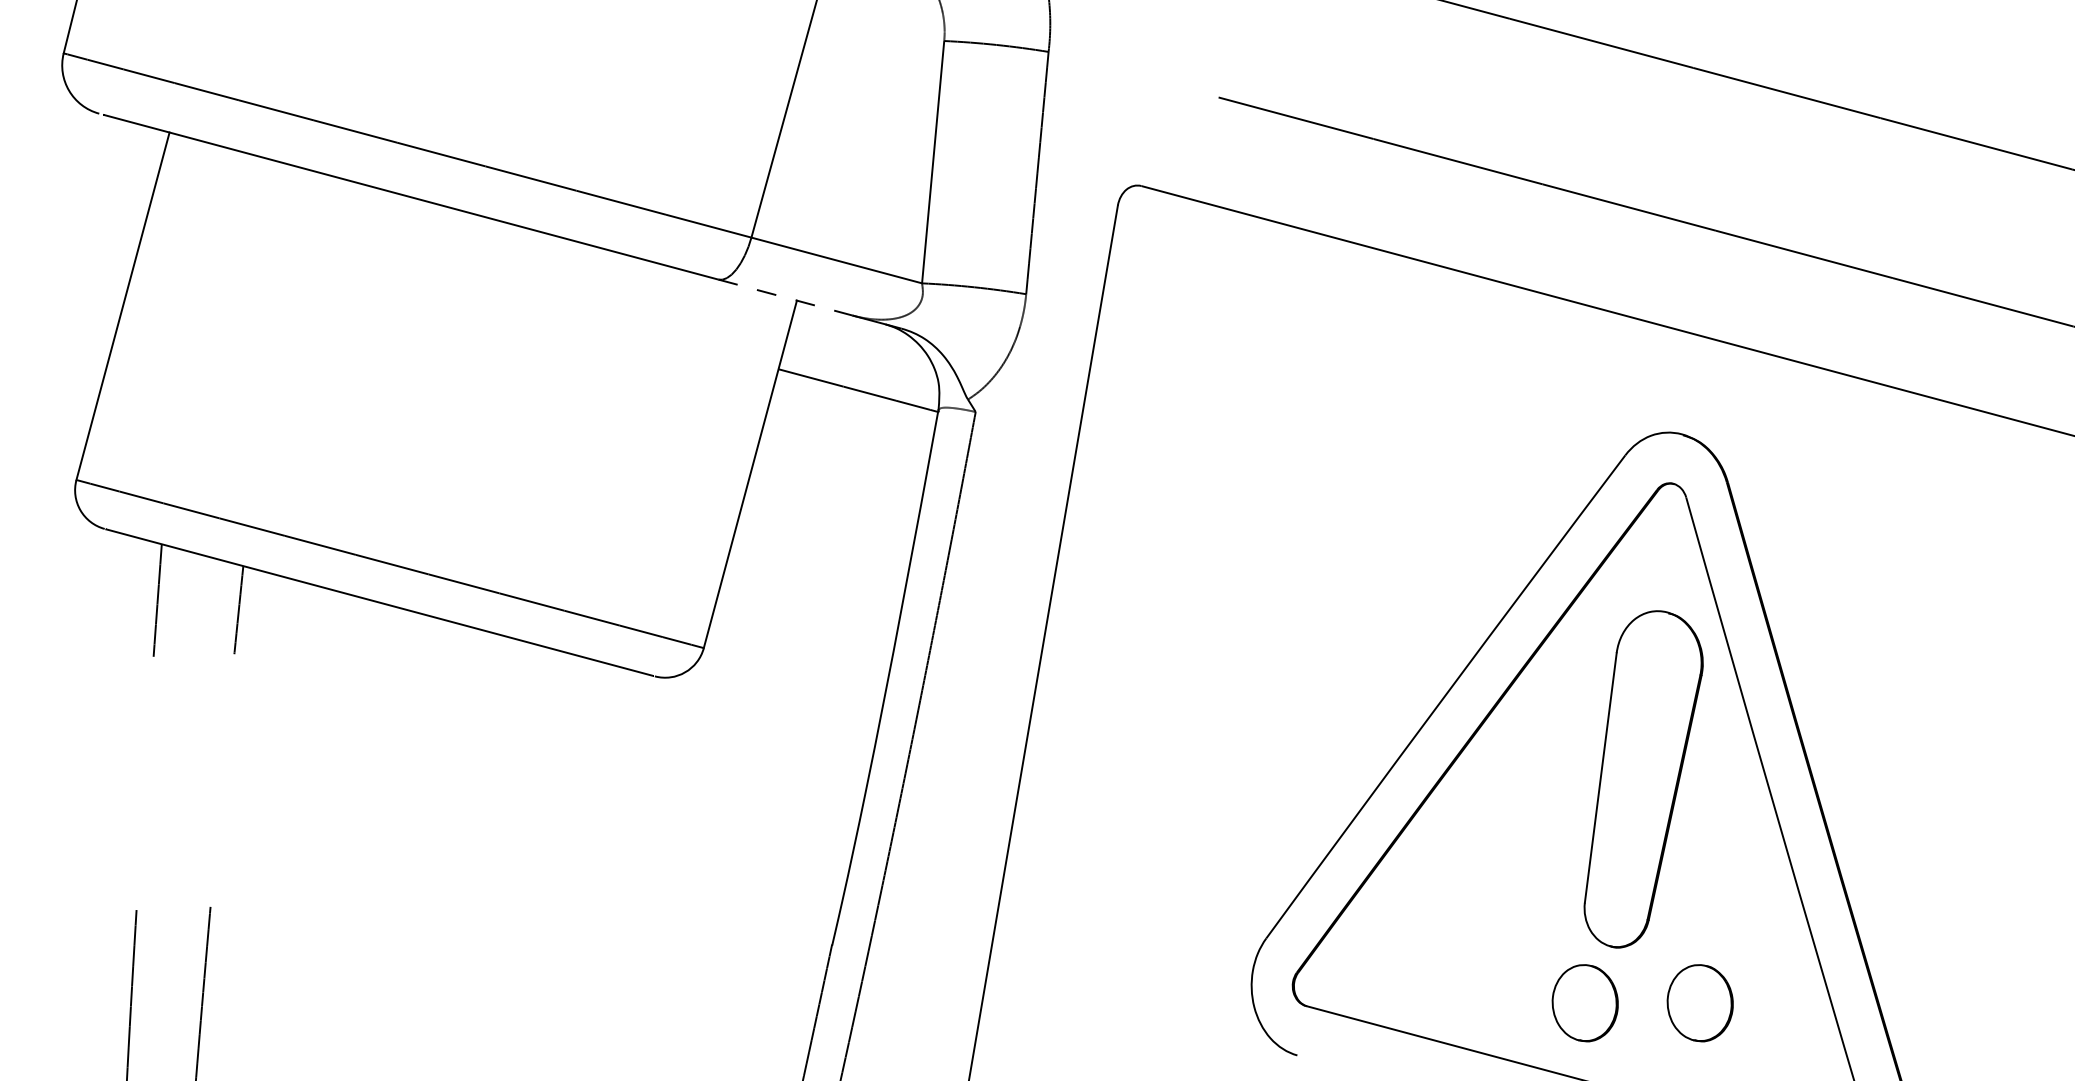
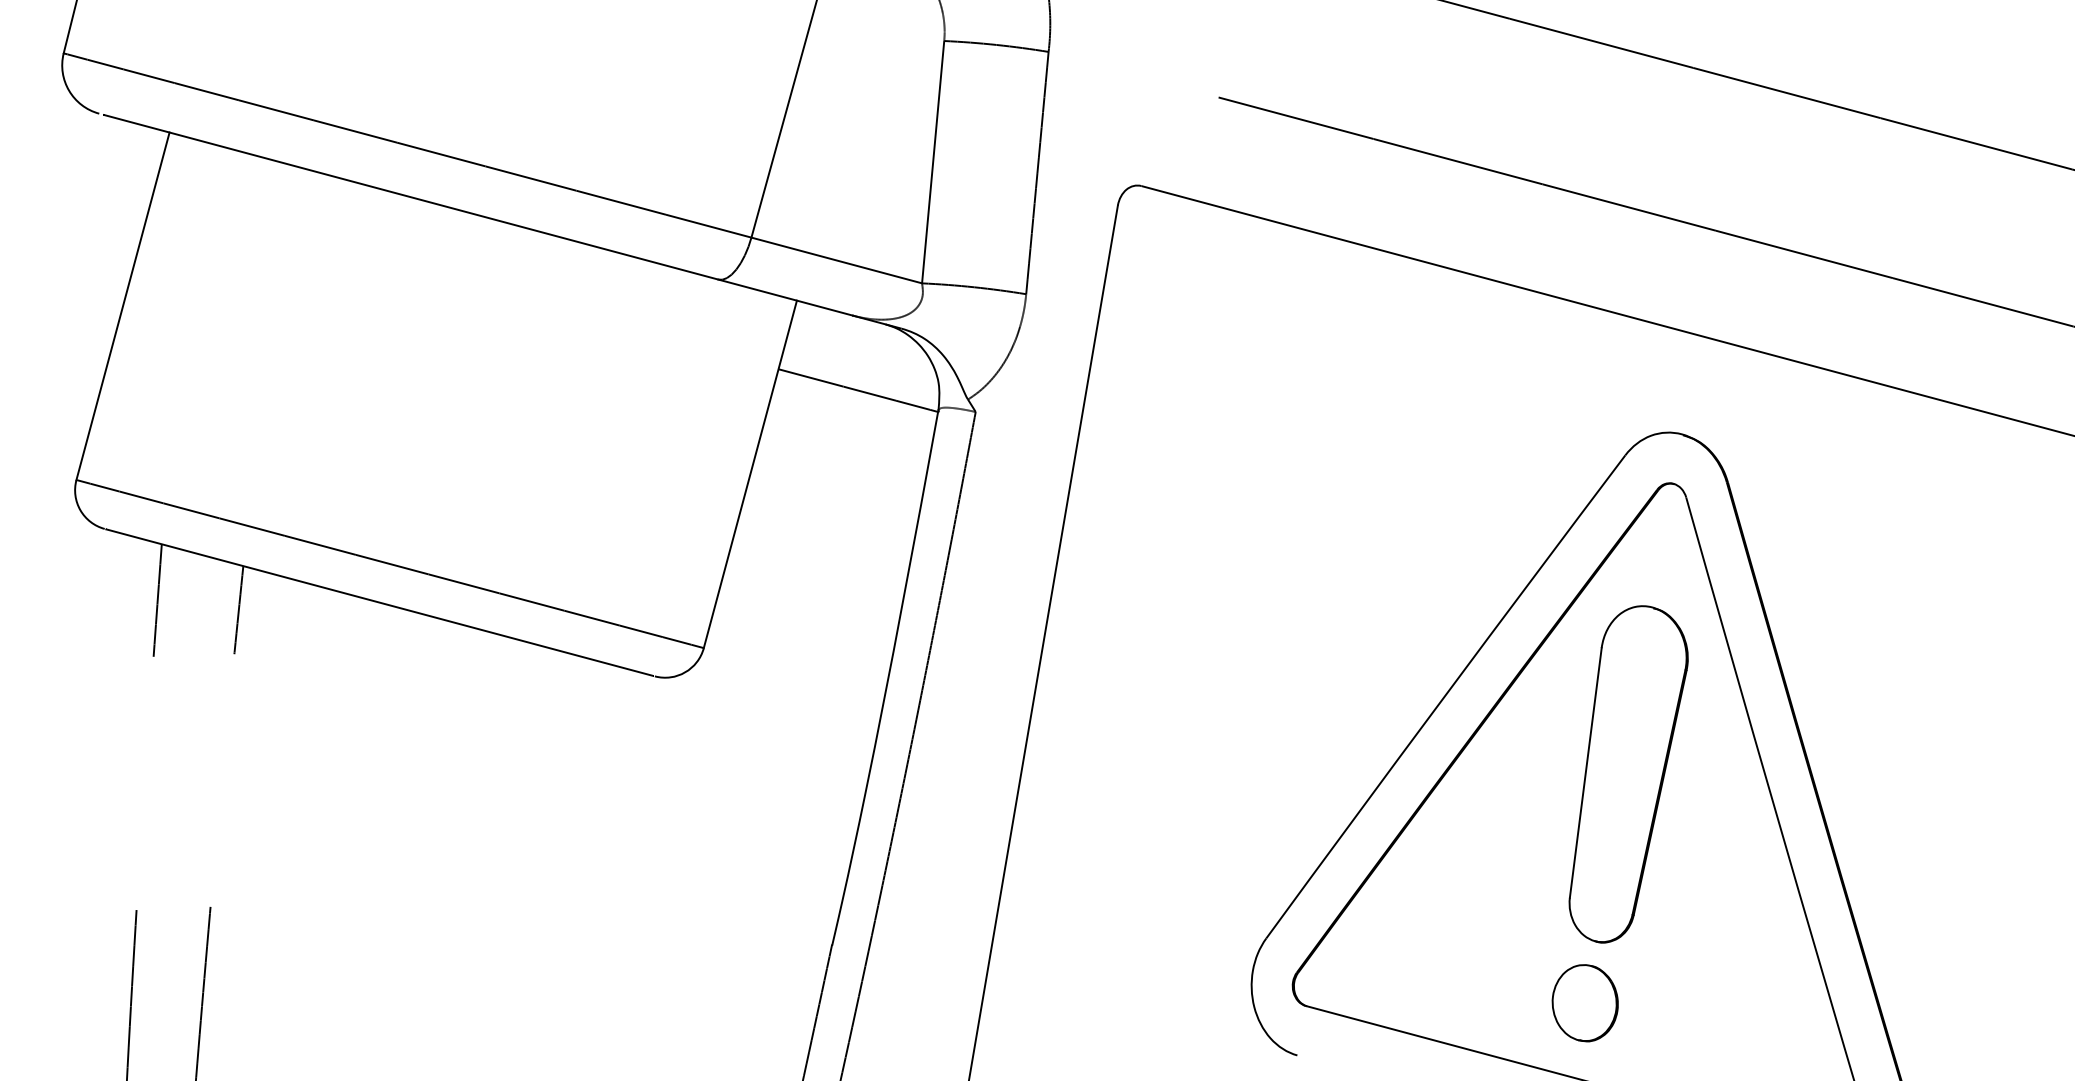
line at (785, 297): dashed -> solid
part at (1643, 779) position: (1643, 779) -> (1628, 774)
part at (1699, 1003): present -> none
